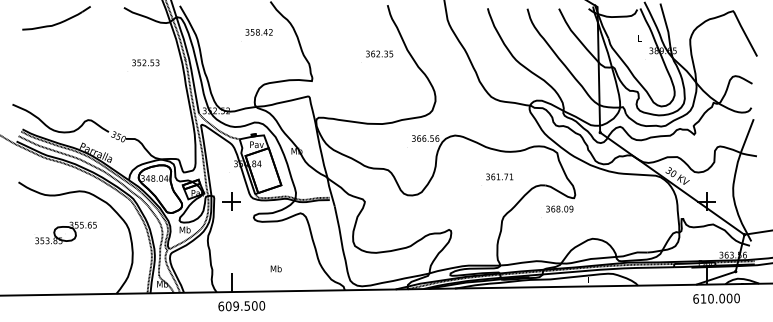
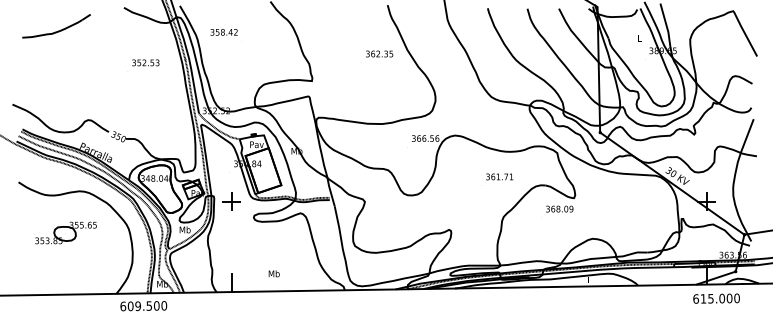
part at (56, 18) position: (56, 18) -> (56, 26)
text at (258, 32) position: (258, 32) -> (223, 32)
text at (275, 268) position: (275, 268) -> (273, 273)
text at (710, 298): 610.000 -> 615.000
text at (241, 306) position: (241, 306) -> (143, 306)
